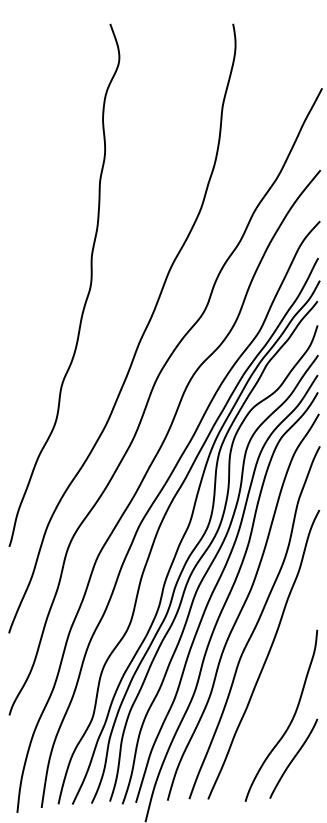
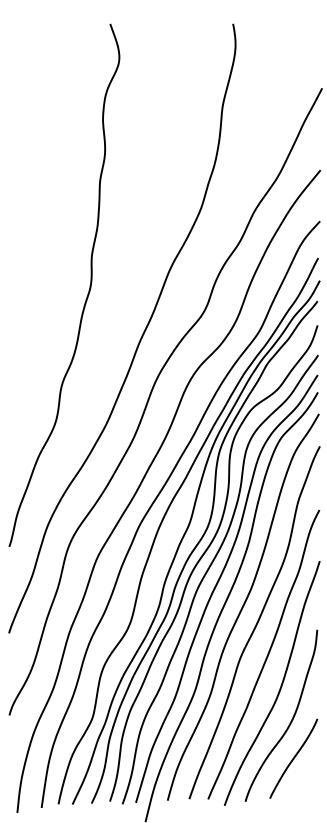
part at (280, 685): none -> present
